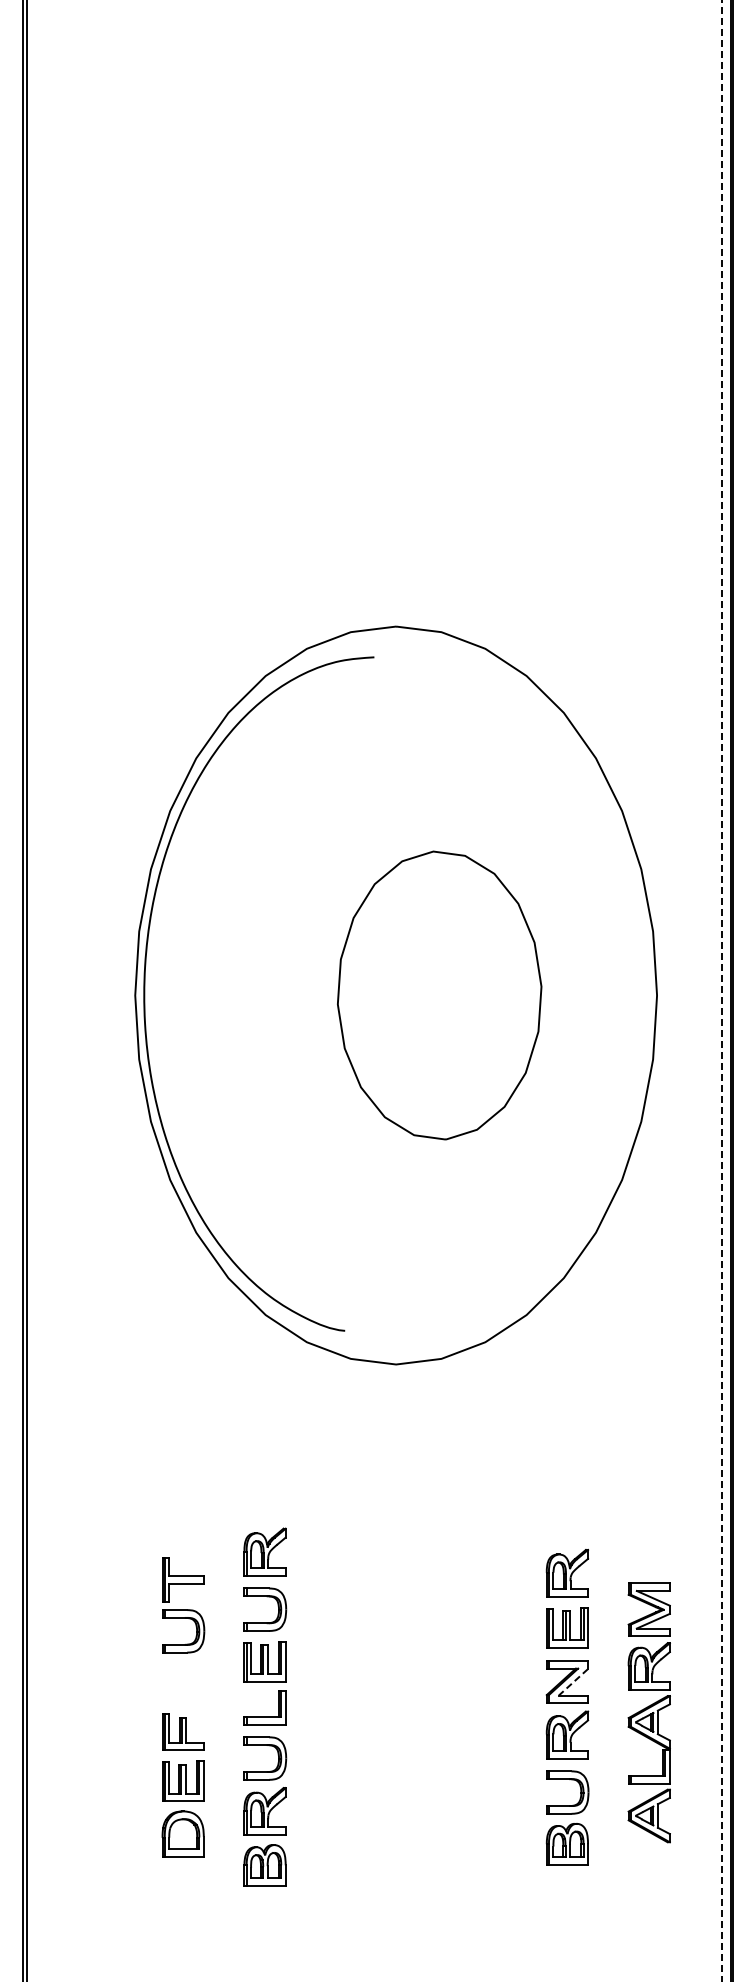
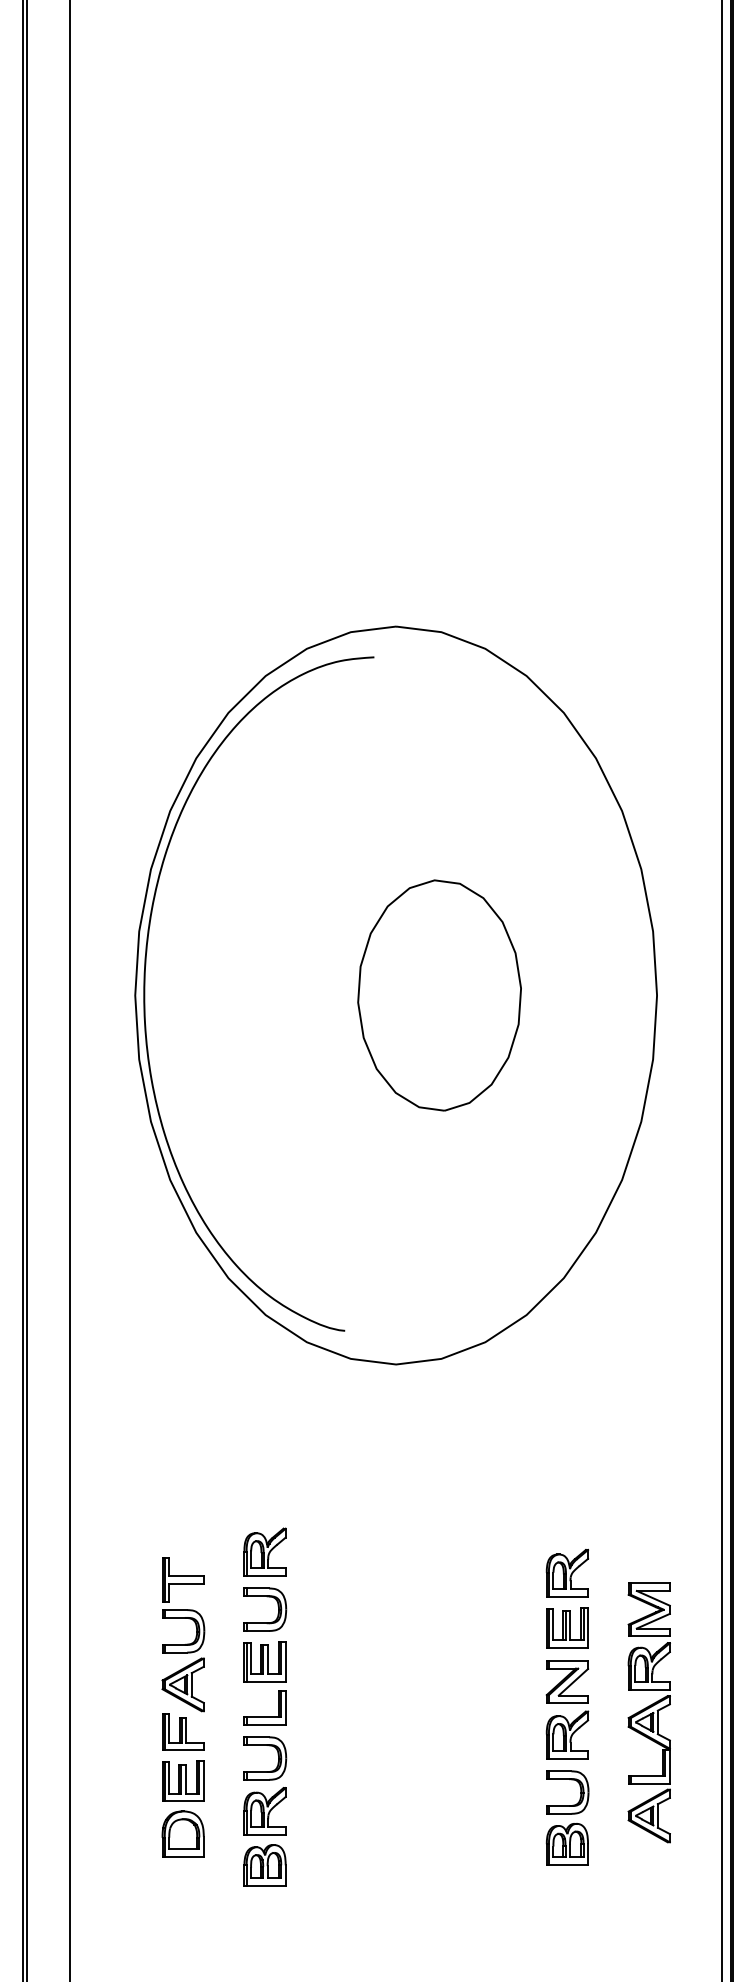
line at (70, 990): none -> present
line at (722, 990): dashed -> solid
part at (439, 995) size: 206x291 px -> 165x233 px
line at (573, 1682): dashed -> solid
part at (182, 1684): none -> present
